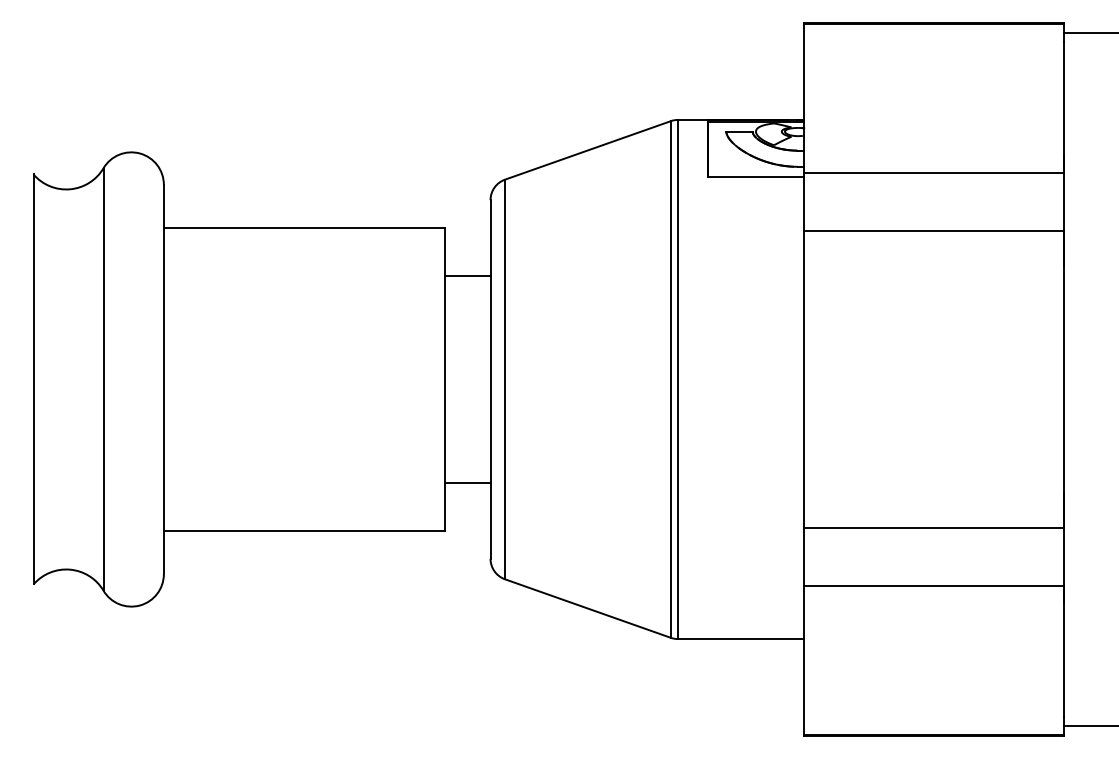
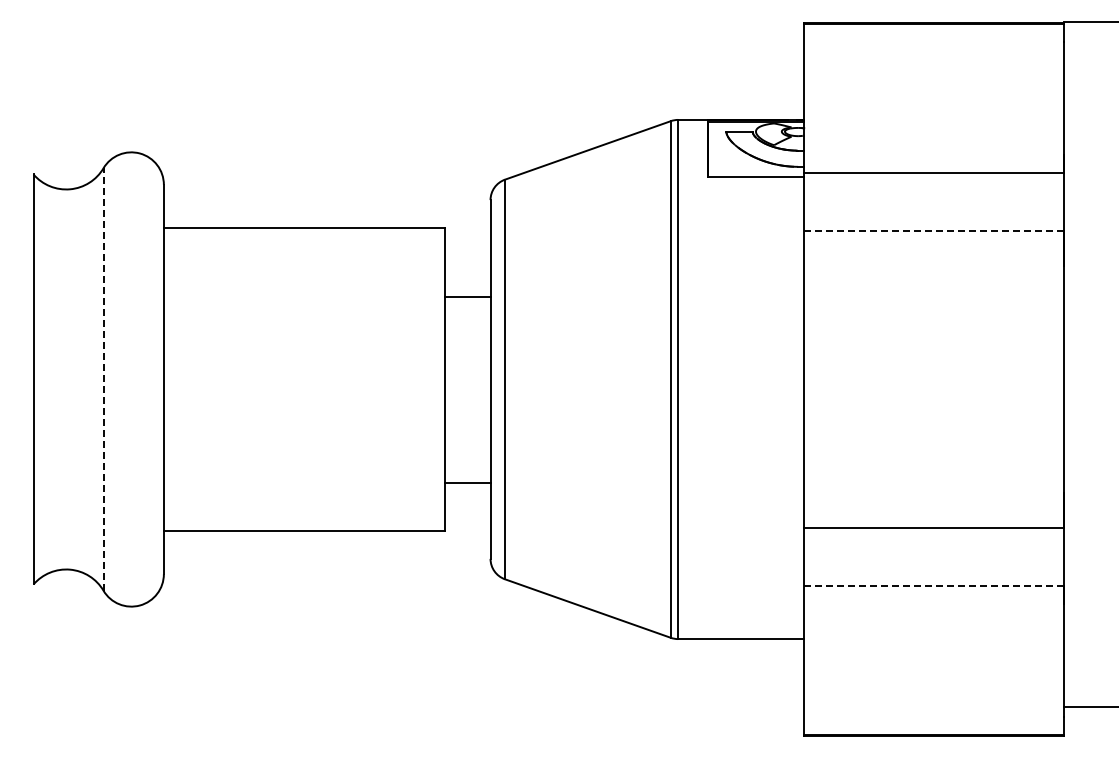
line at (1089, 33) position: (1089, 33) -> (1089, 22)
line at (934, 230): solid -> dashed
line at (467, 275) position: (467, 275) -> (467, 296)
line at (103, 378): solid -> dashed
line at (934, 586): solid -> dashed
line at (1089, 725) position: (1089, 725) -> (1089, 706)
